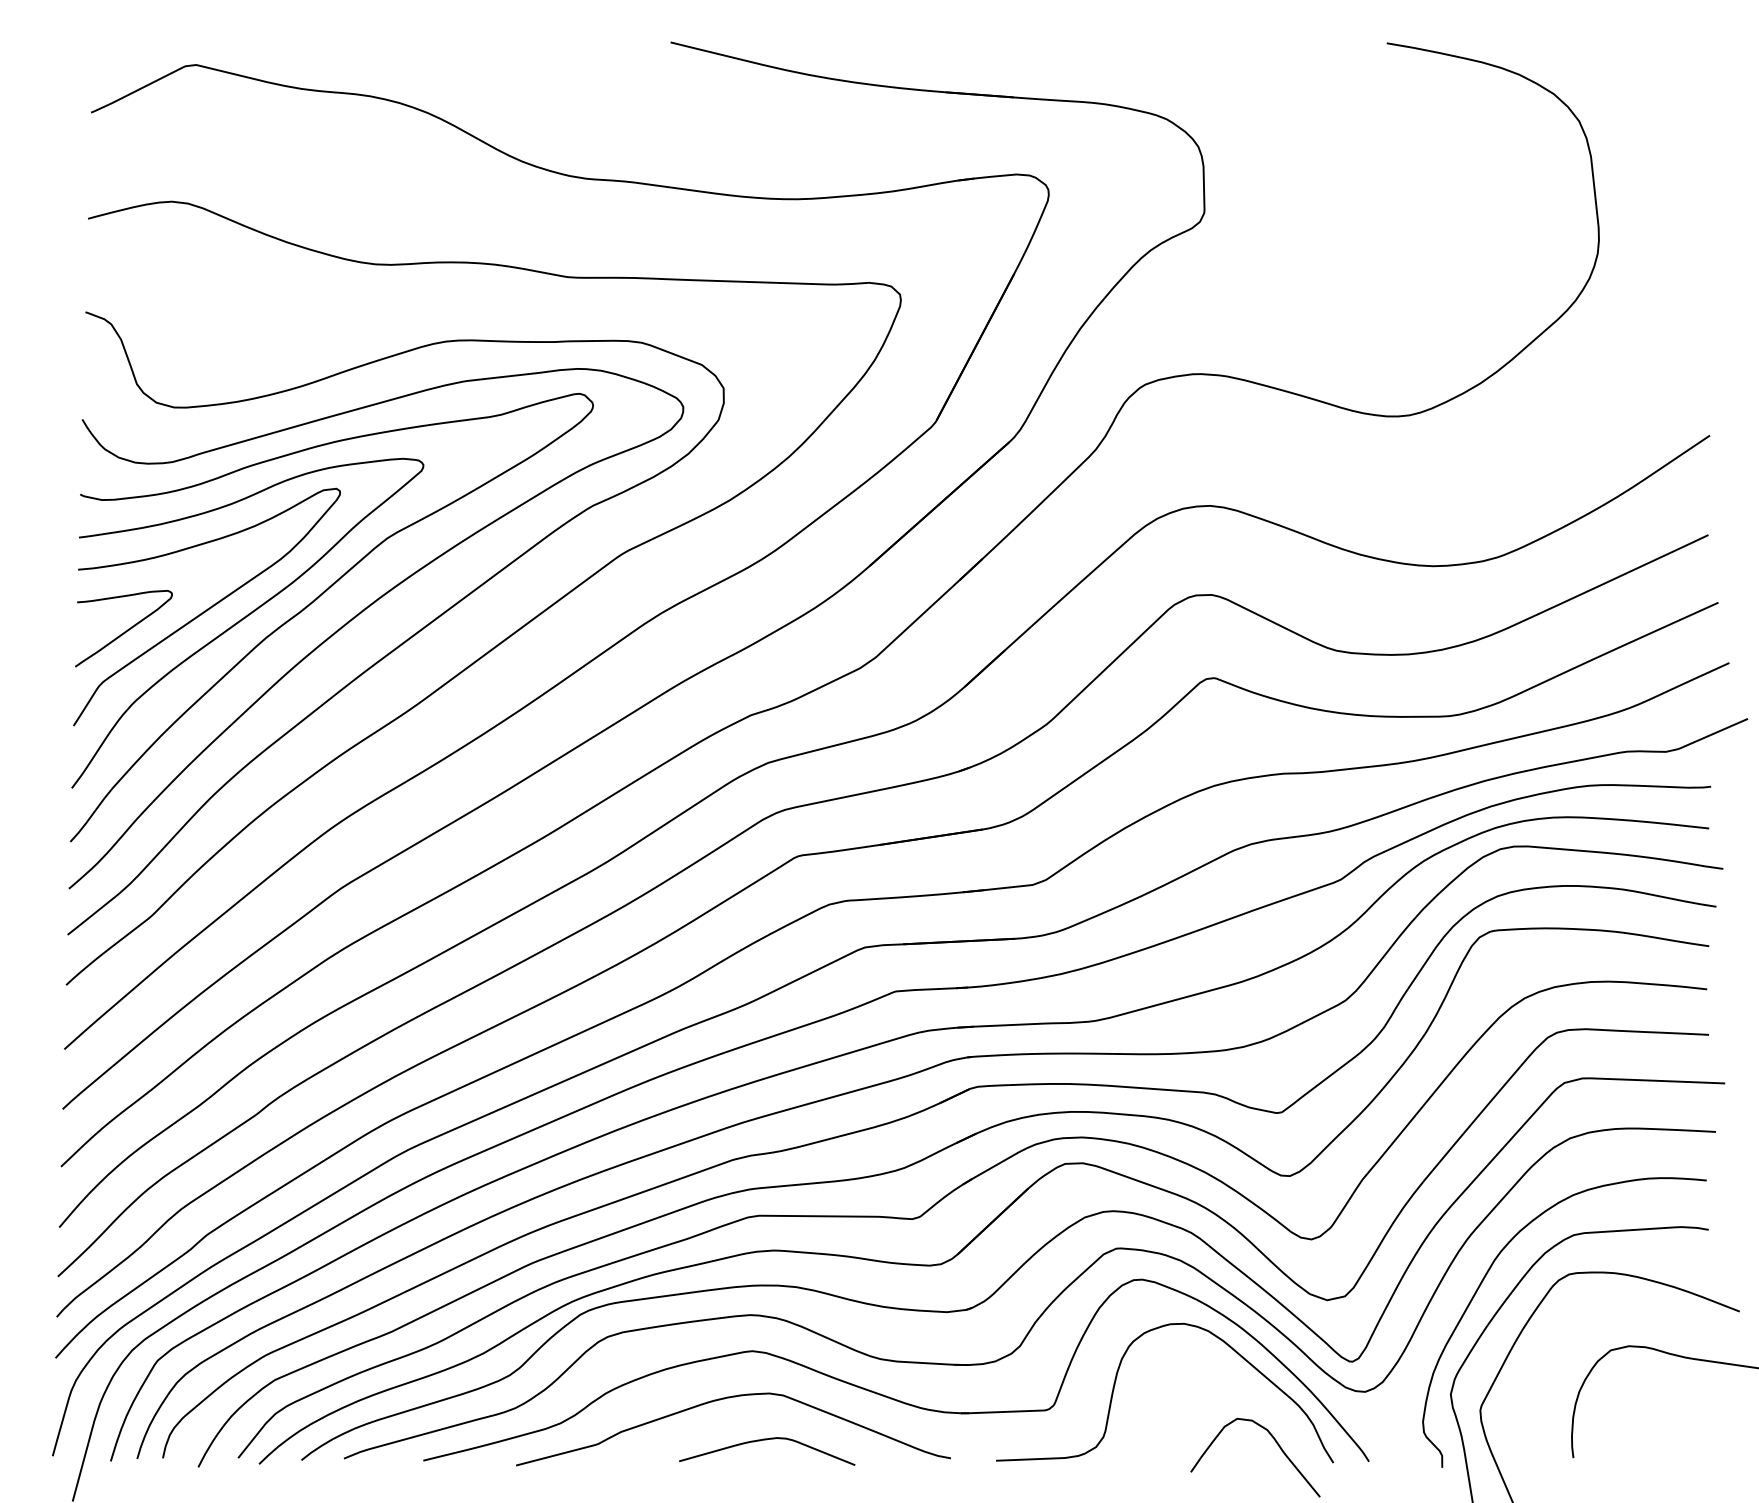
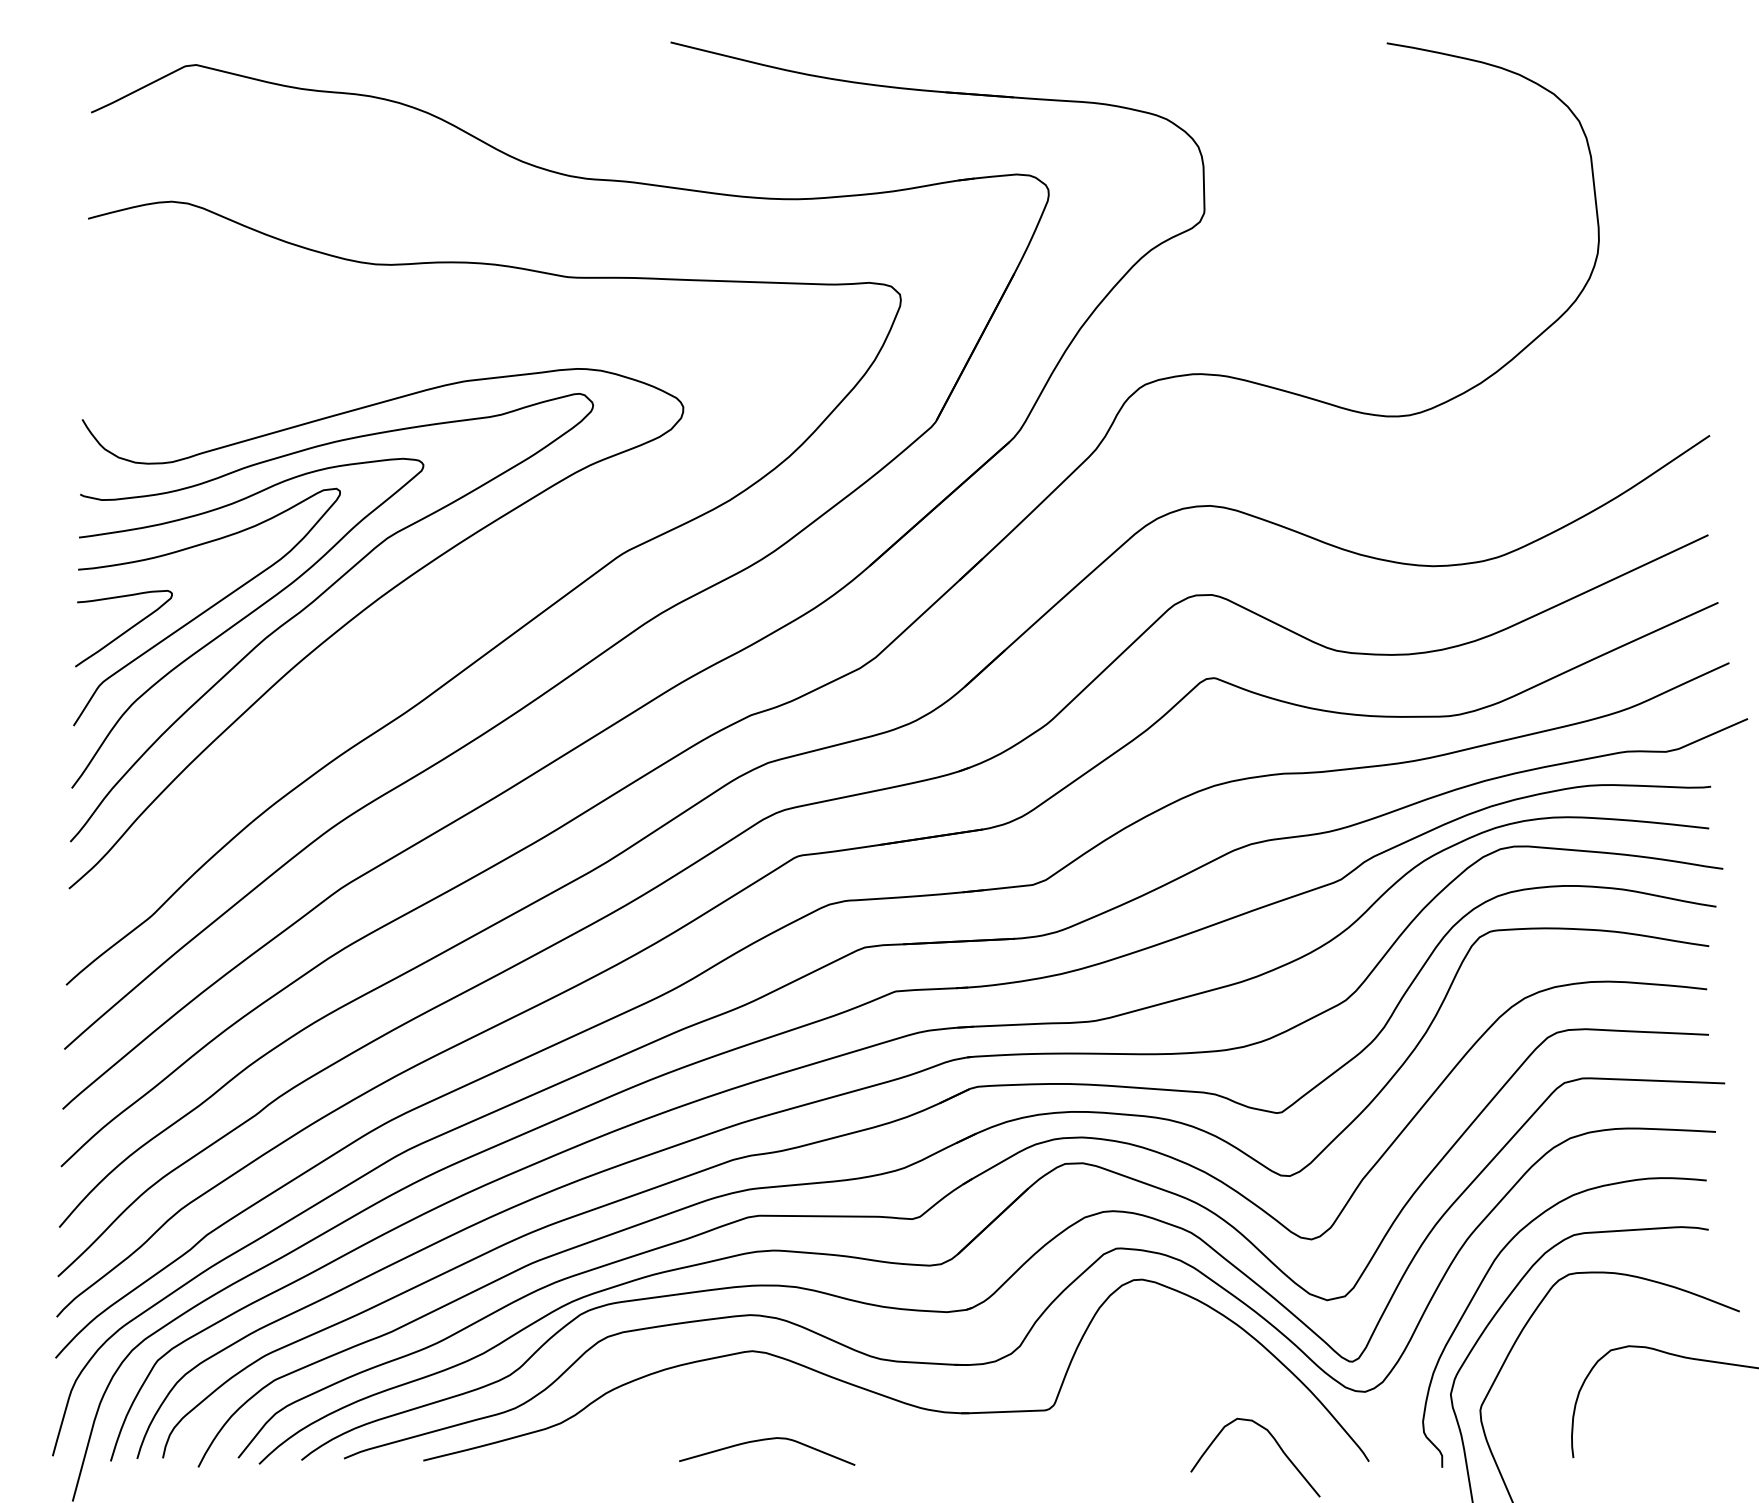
curve at (406, 639): present -> none
curve at (1116, 1381): present -> none
curve at (729, 1398): present -> none
